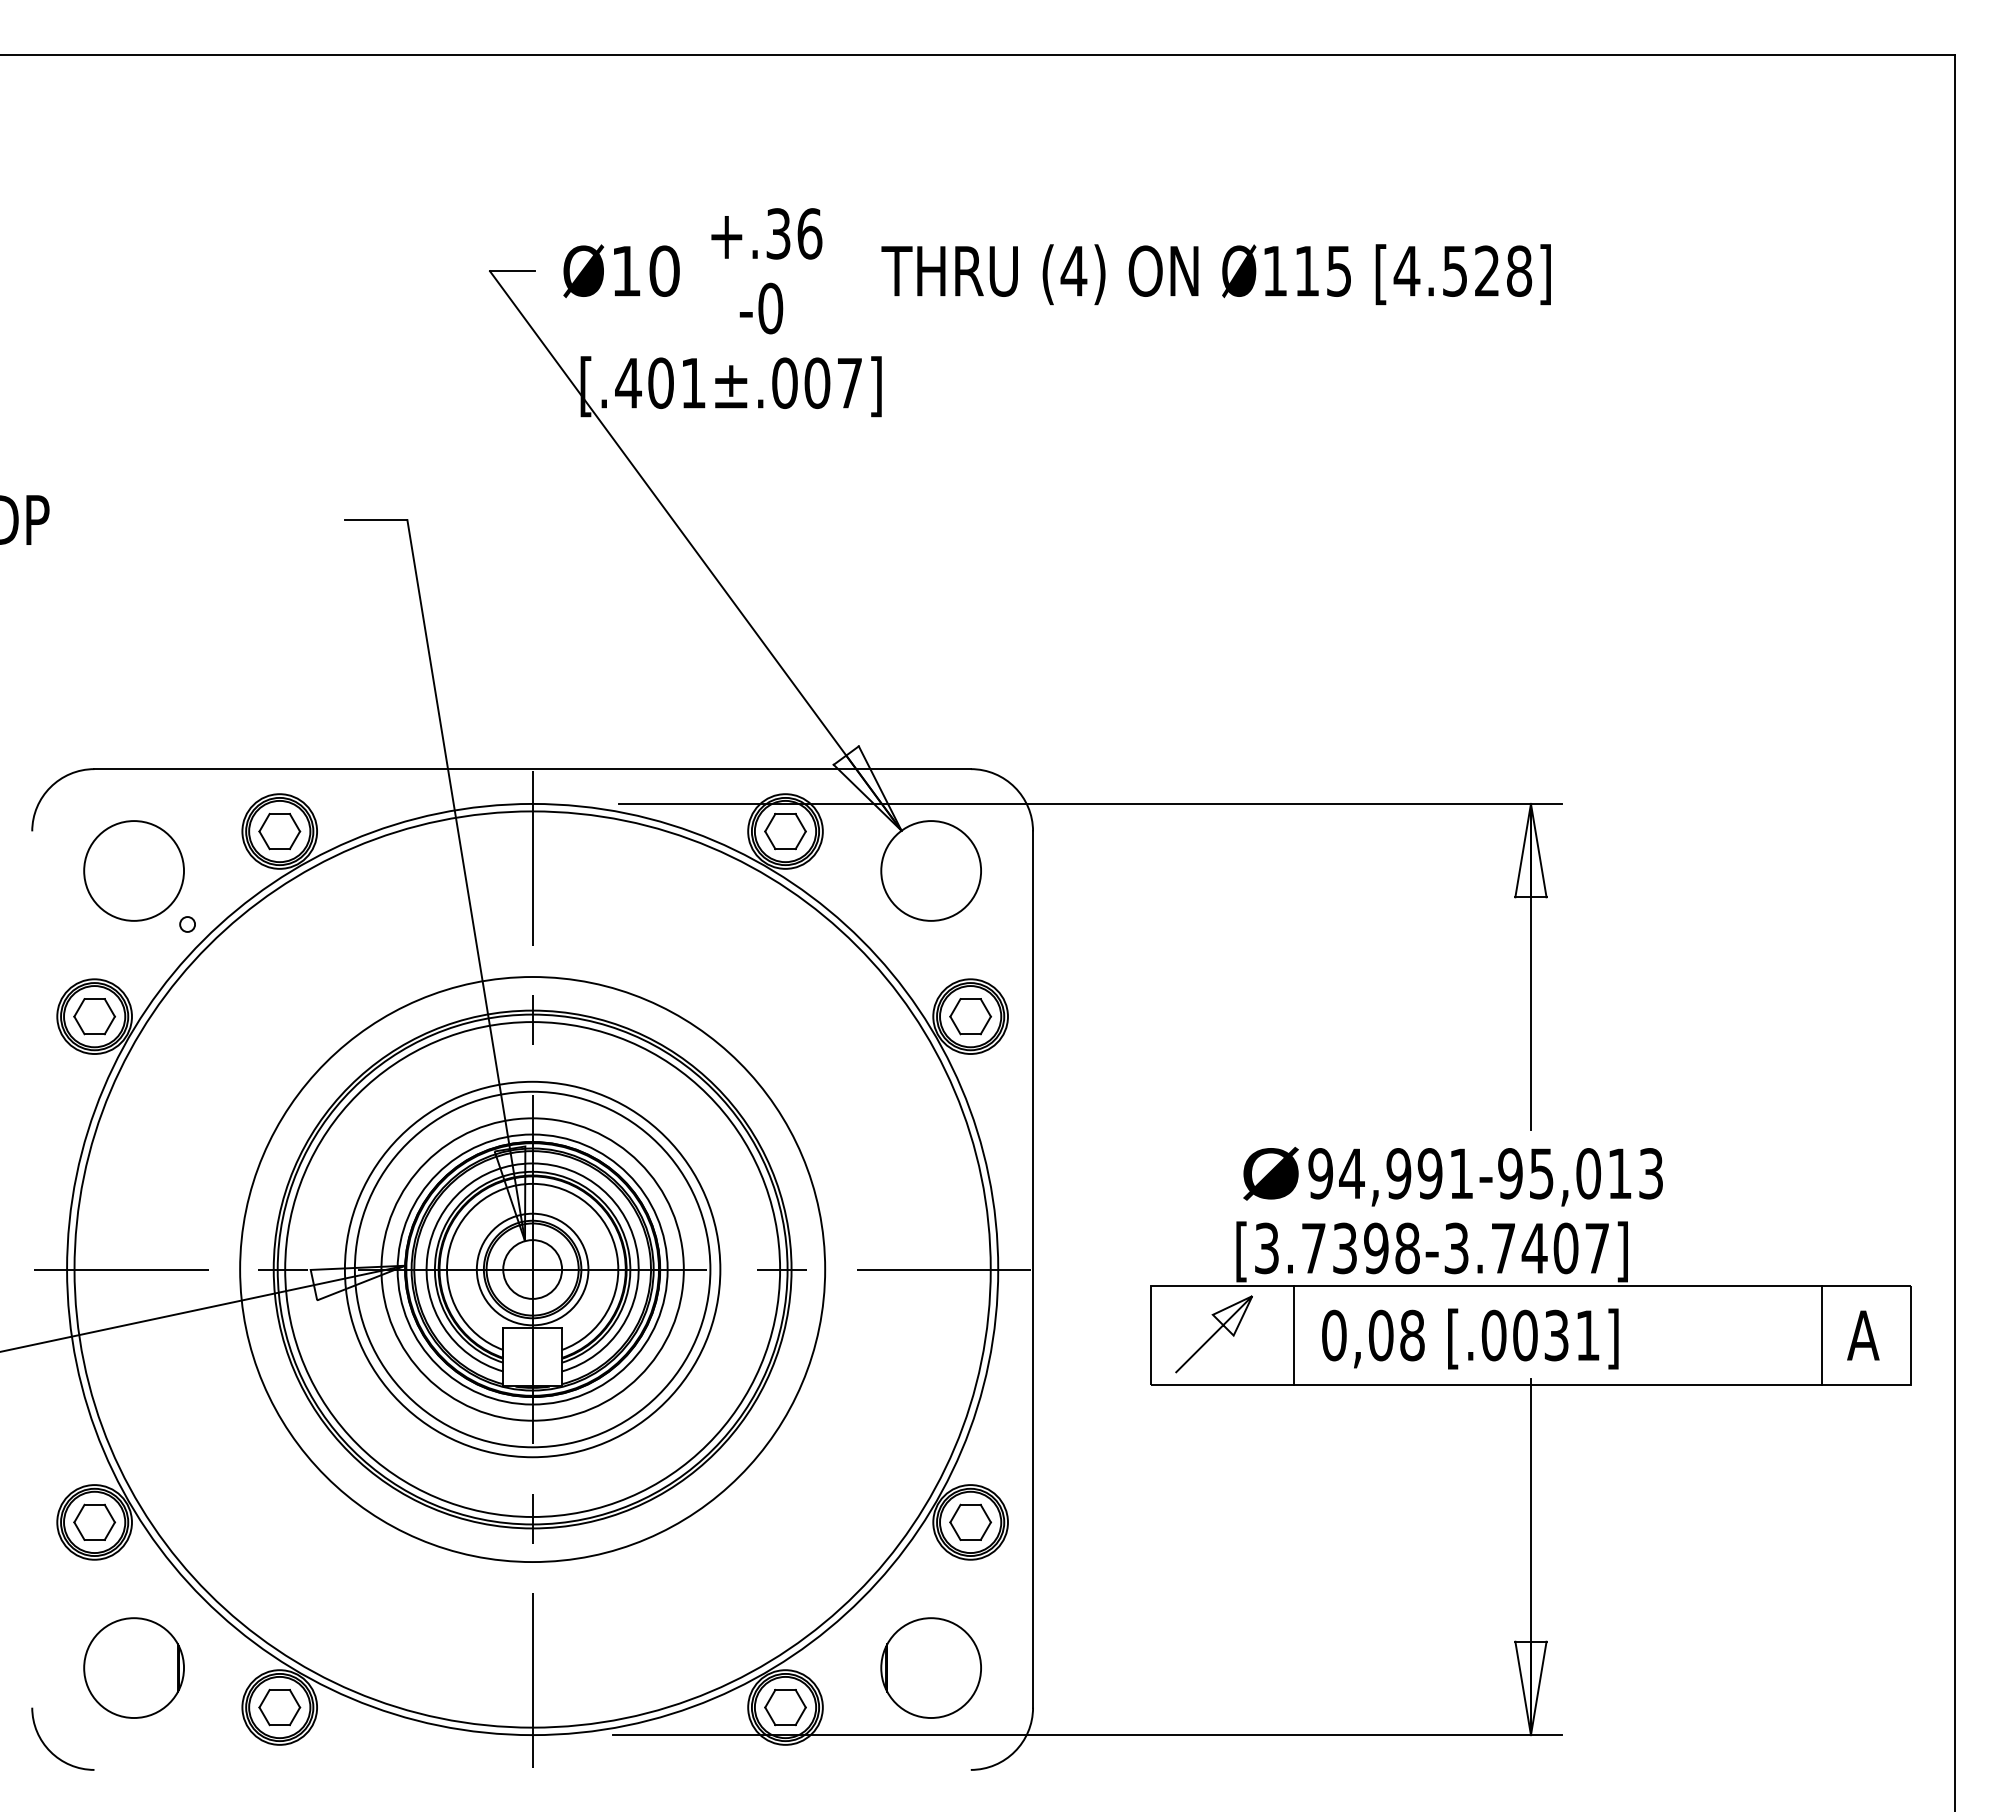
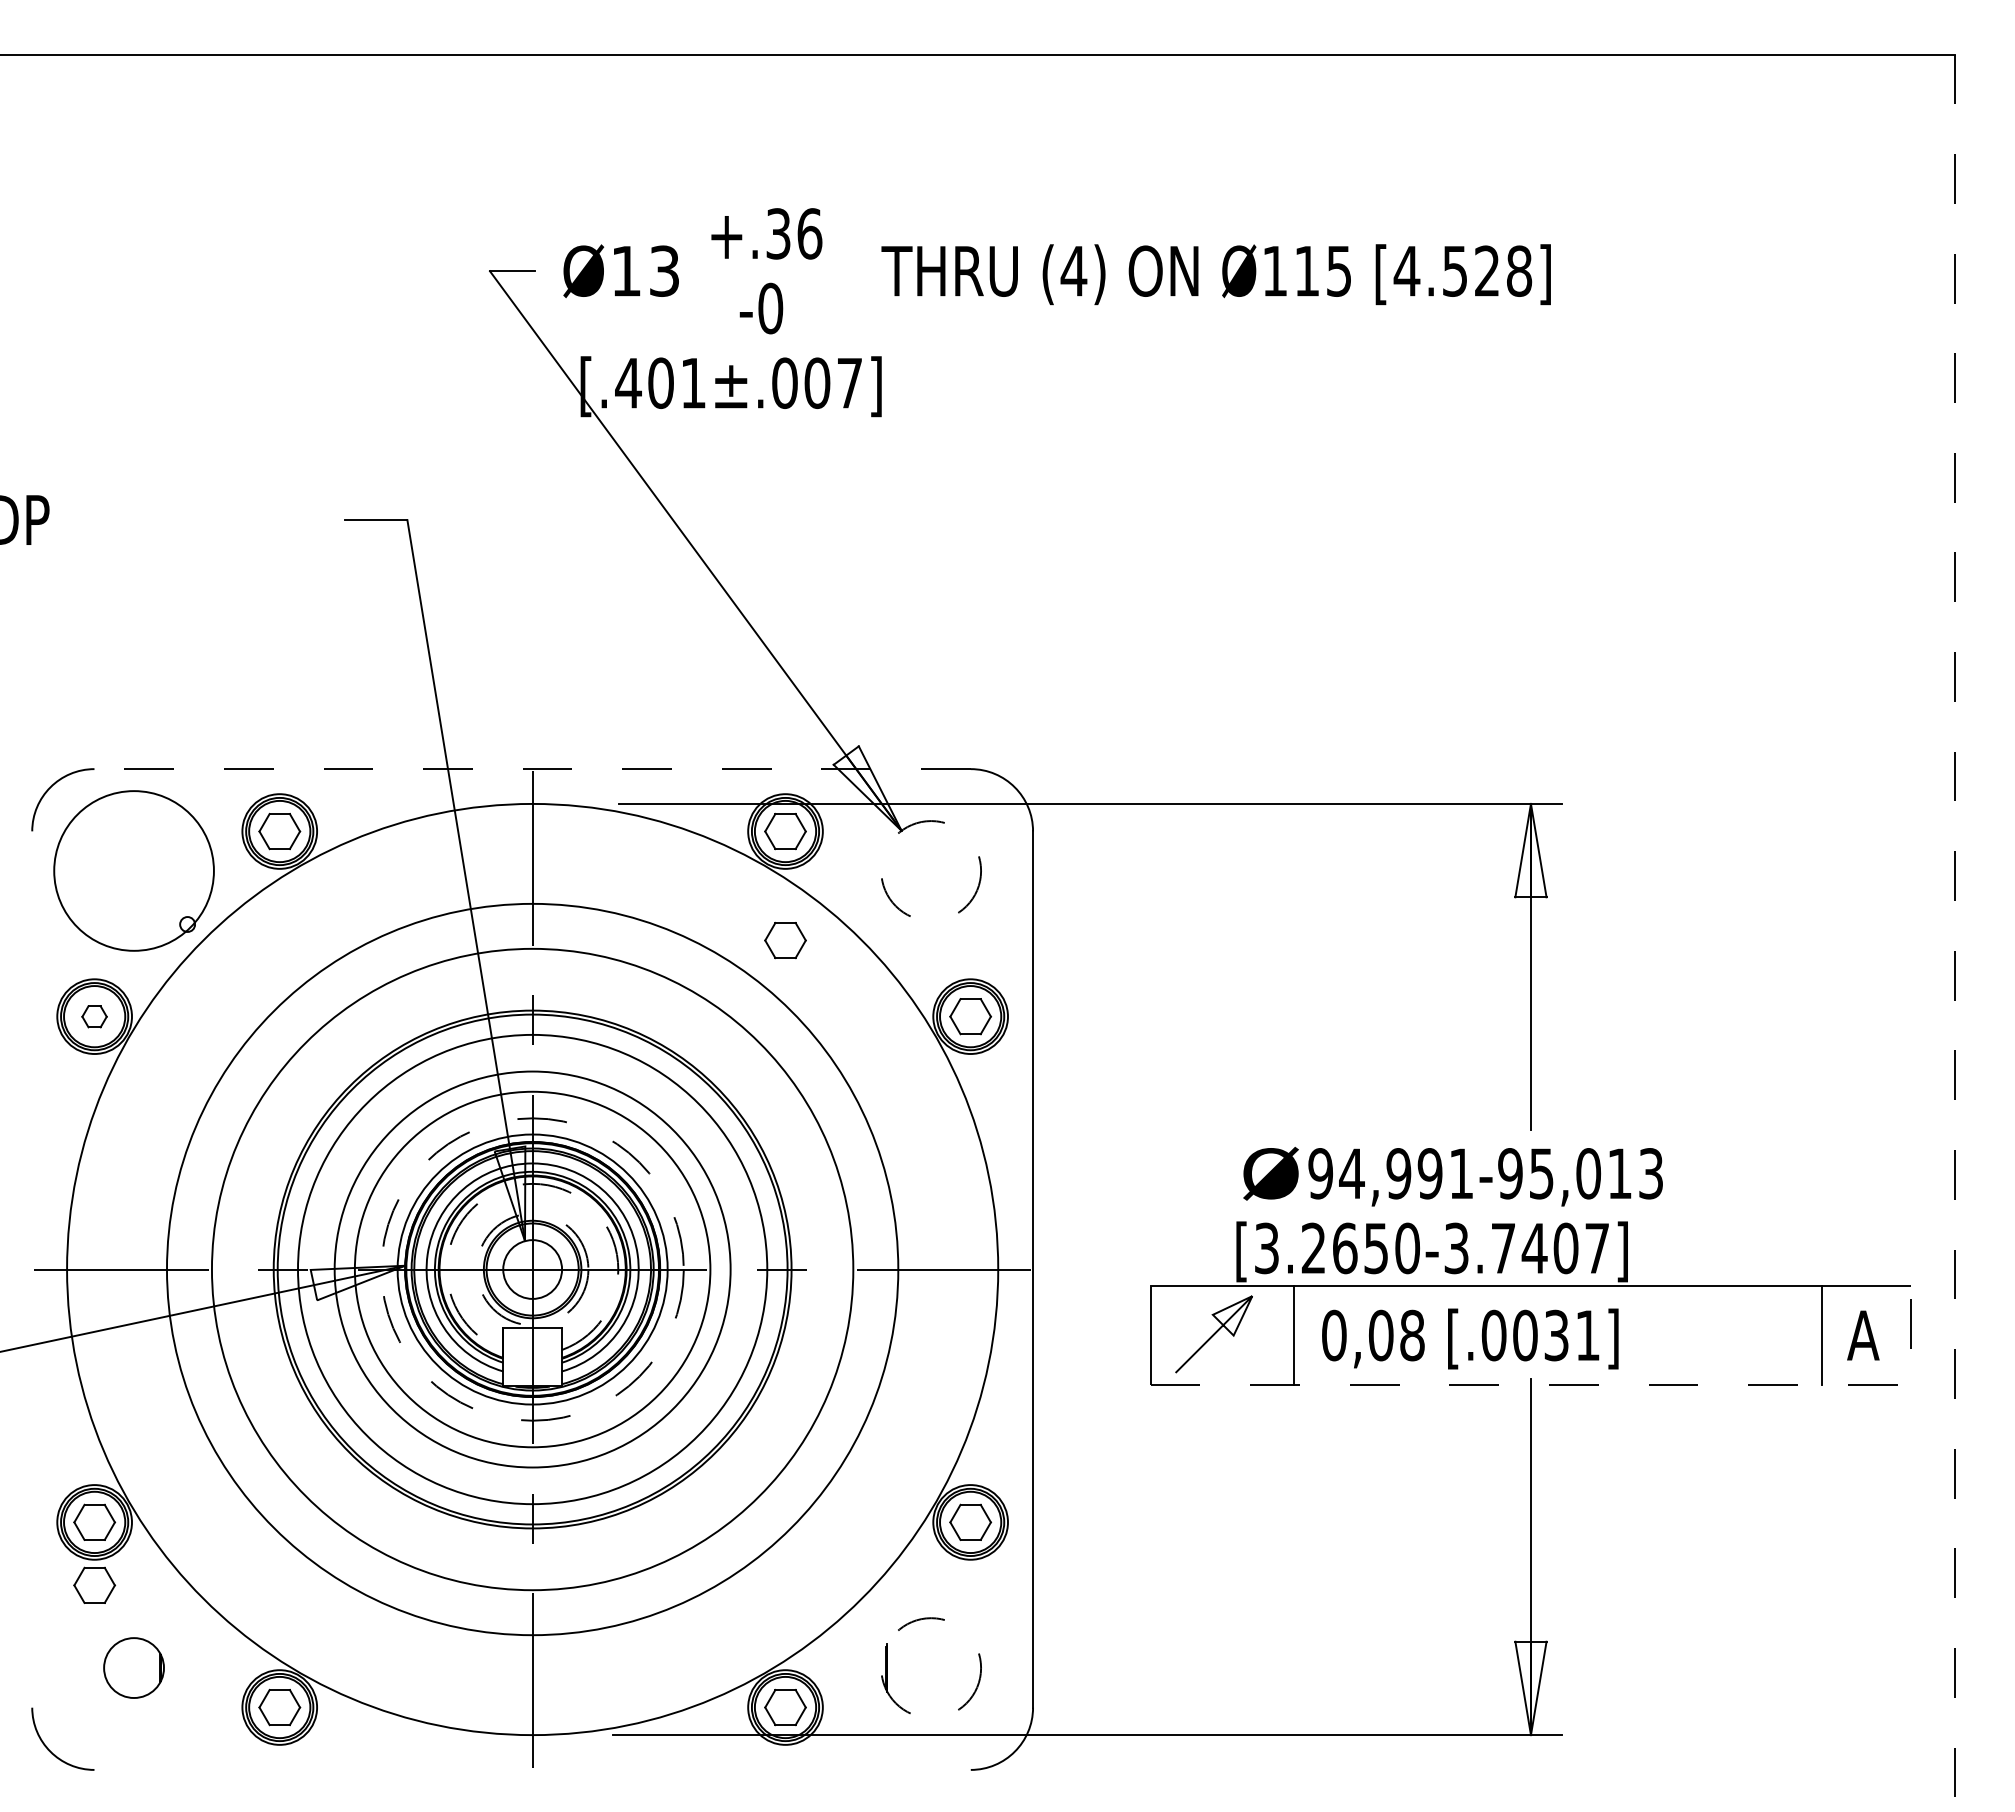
text at (664, 270): Ø10 -> Ø13
line at (532, 769): solid -> dashed
circle at (134, 870) diameter: 100 px -> 160 px
circle at (931, 870): solid -> dashed
line at (1954, 933): solid -> dashed
part at (785, 940): none -> present
part at (94, 1016) size: 43x38 px -> 27x24 px
arc at (532, 1183): solid -> dashed
text at (1360, 1248): [3.7398-3.7407] -> [3.2650-3.7407]
circle at (532, 1269) diameter: 375 px -> 469 px
circle at (532, 1269) diameter: 495 px -> 396 px
circle at (532, 1269) diameter: 585 px -> 731 px
circle at (532, 1269) diameter: 916 px -> 641 px
circle at (532, 1269): solid -> dashed
circle at (532, 1269): solid -> dashed
line at (1581, 1385): solid -> dashed
part at (94, 1584): none -> present
part at (133, 1667) size: 102x102 px -> 62x62 px
circle at (931, 1668): solid -> dashed
